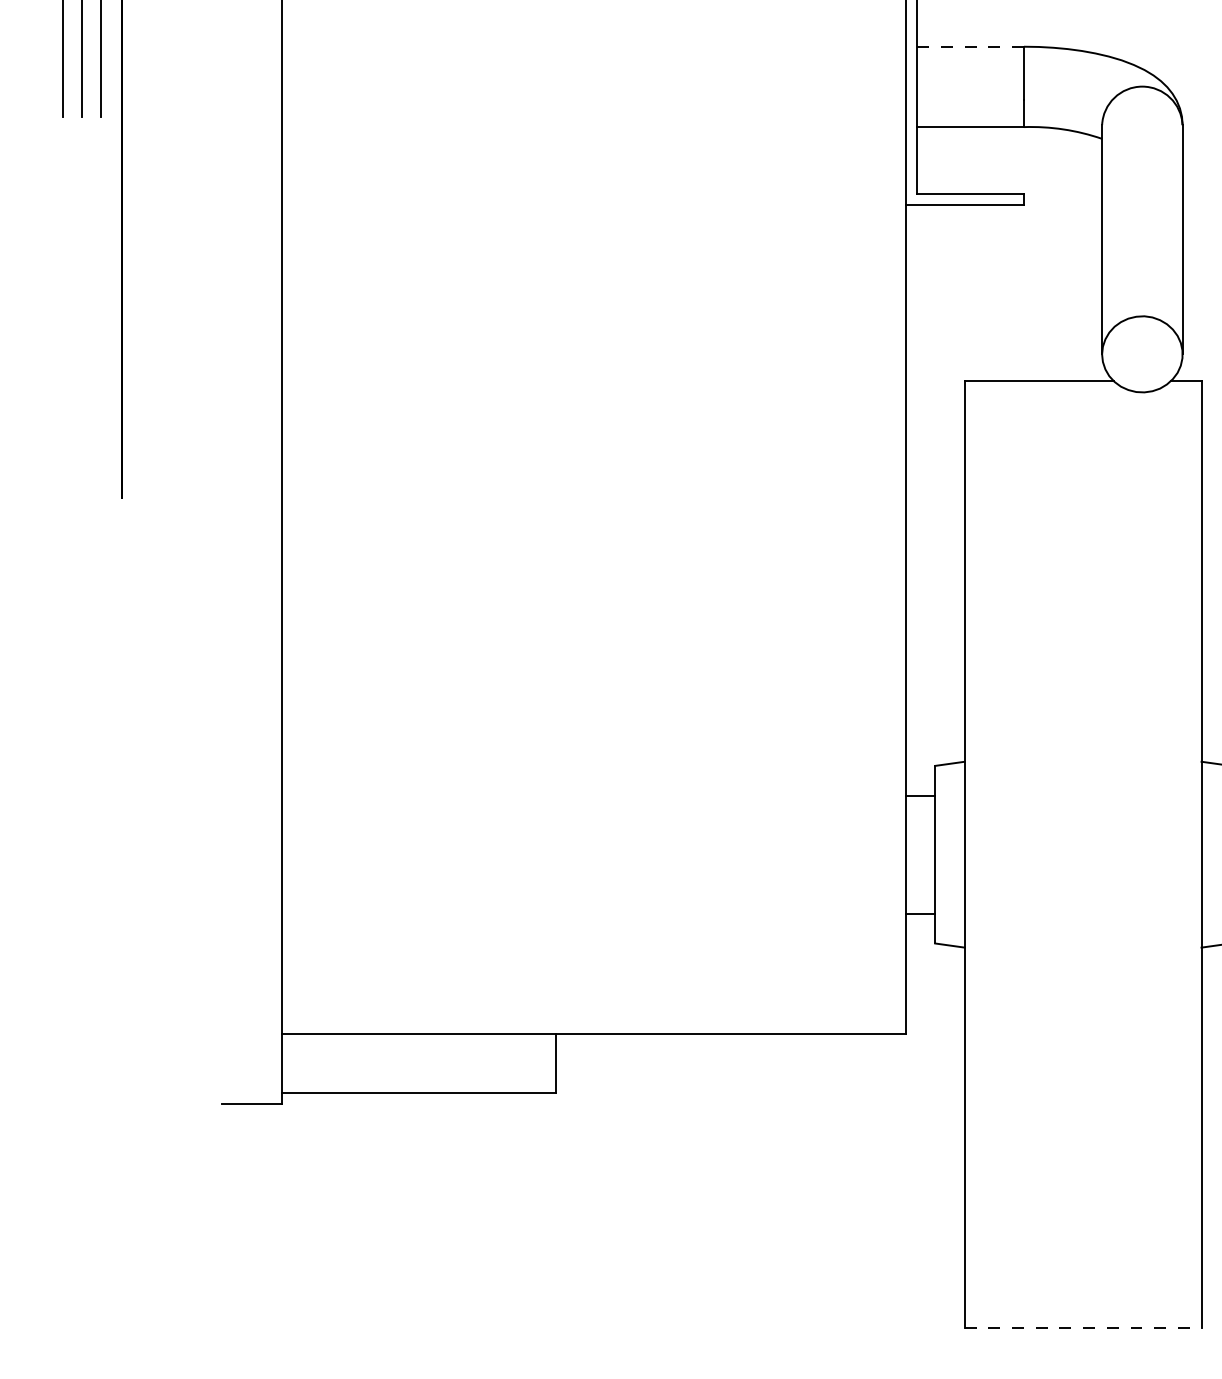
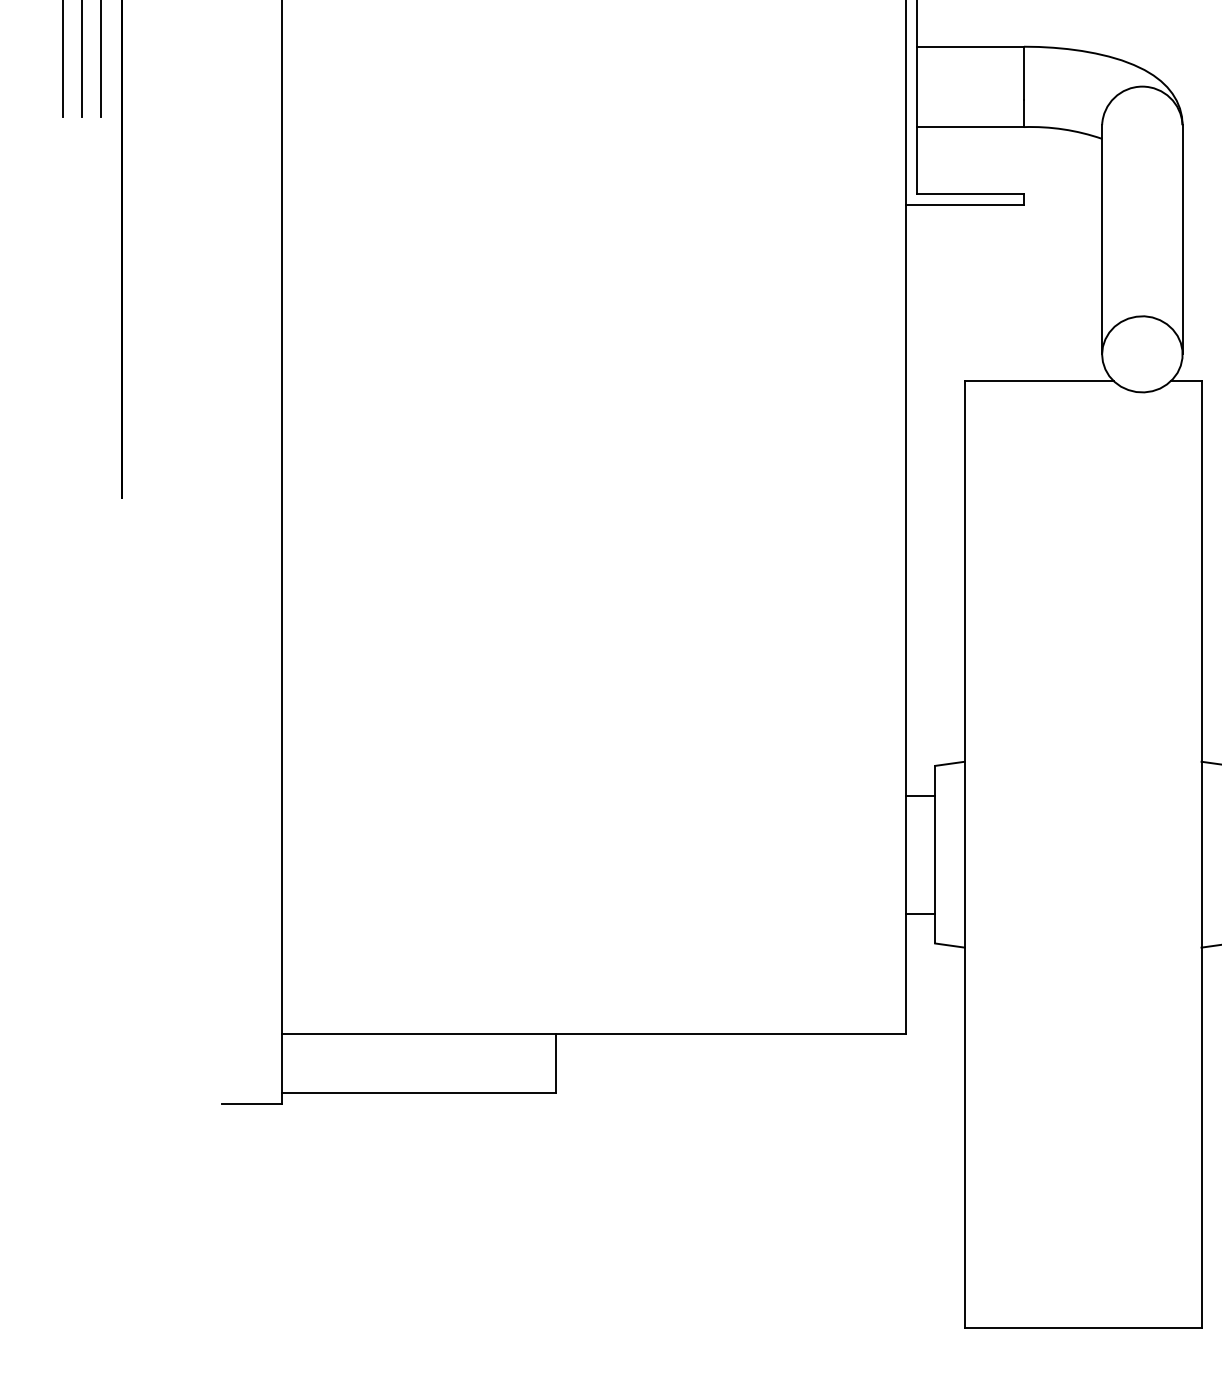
line at (970, 46): dashed -> solid
line at (1083, 1328): dashed -> solid
